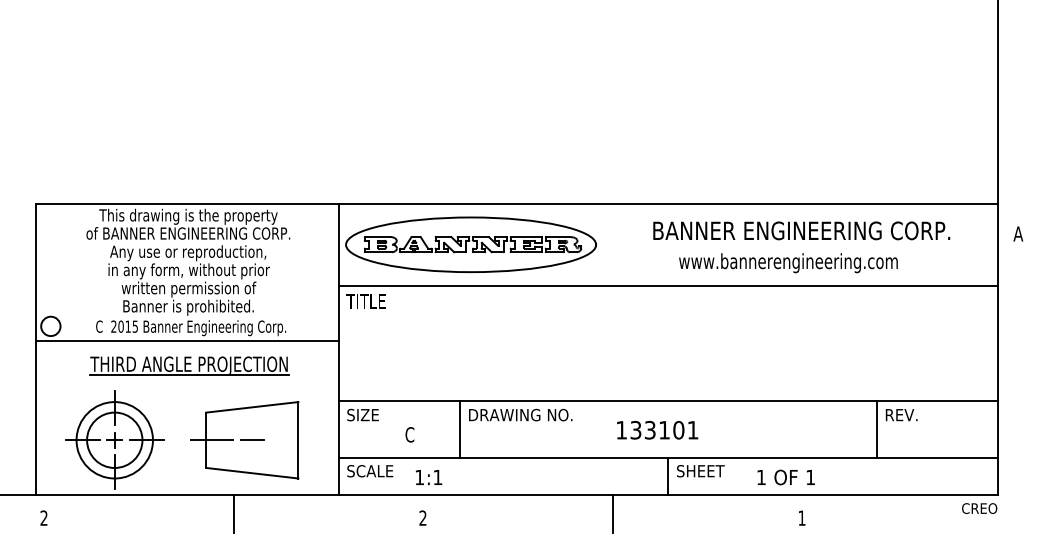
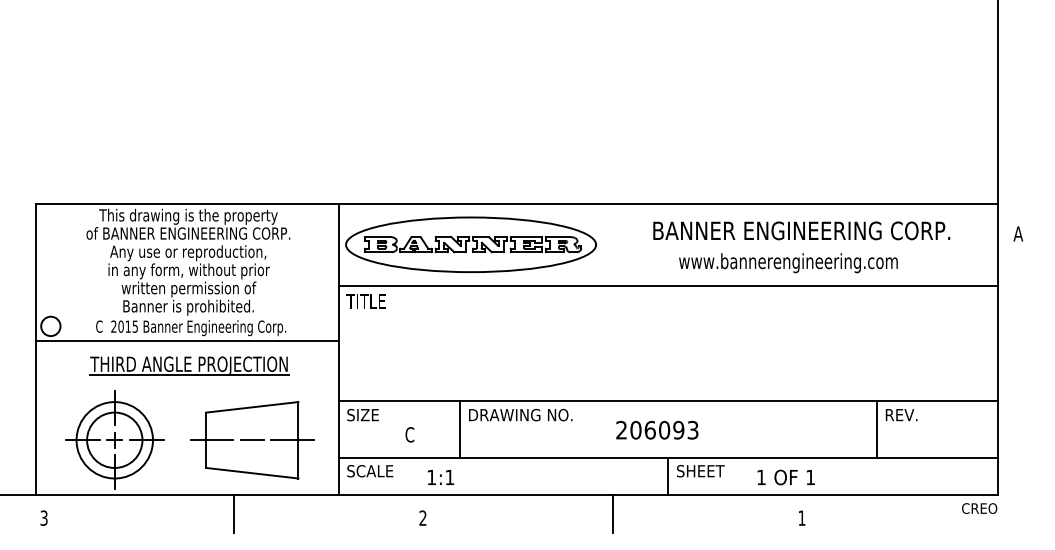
text at (657, 429): 133101 -> 206093
line at (292, 440): none -> present
text at (429, 477) position: (429, 477) -> (441, 477)
text at (43, 517): 2 -> 3
